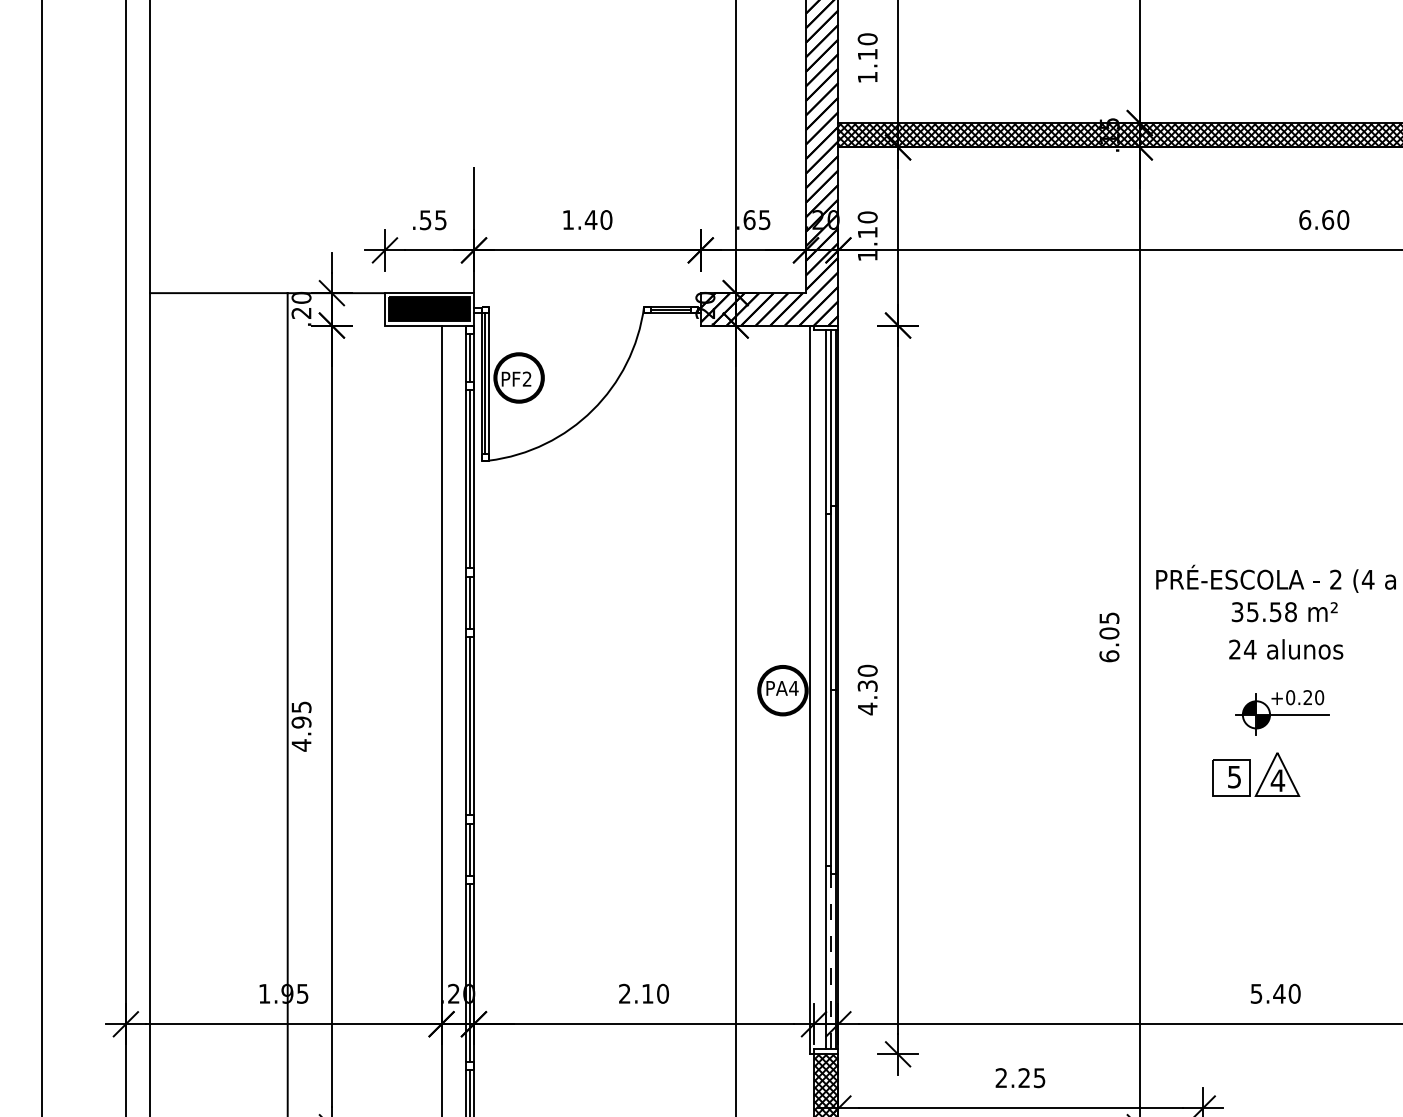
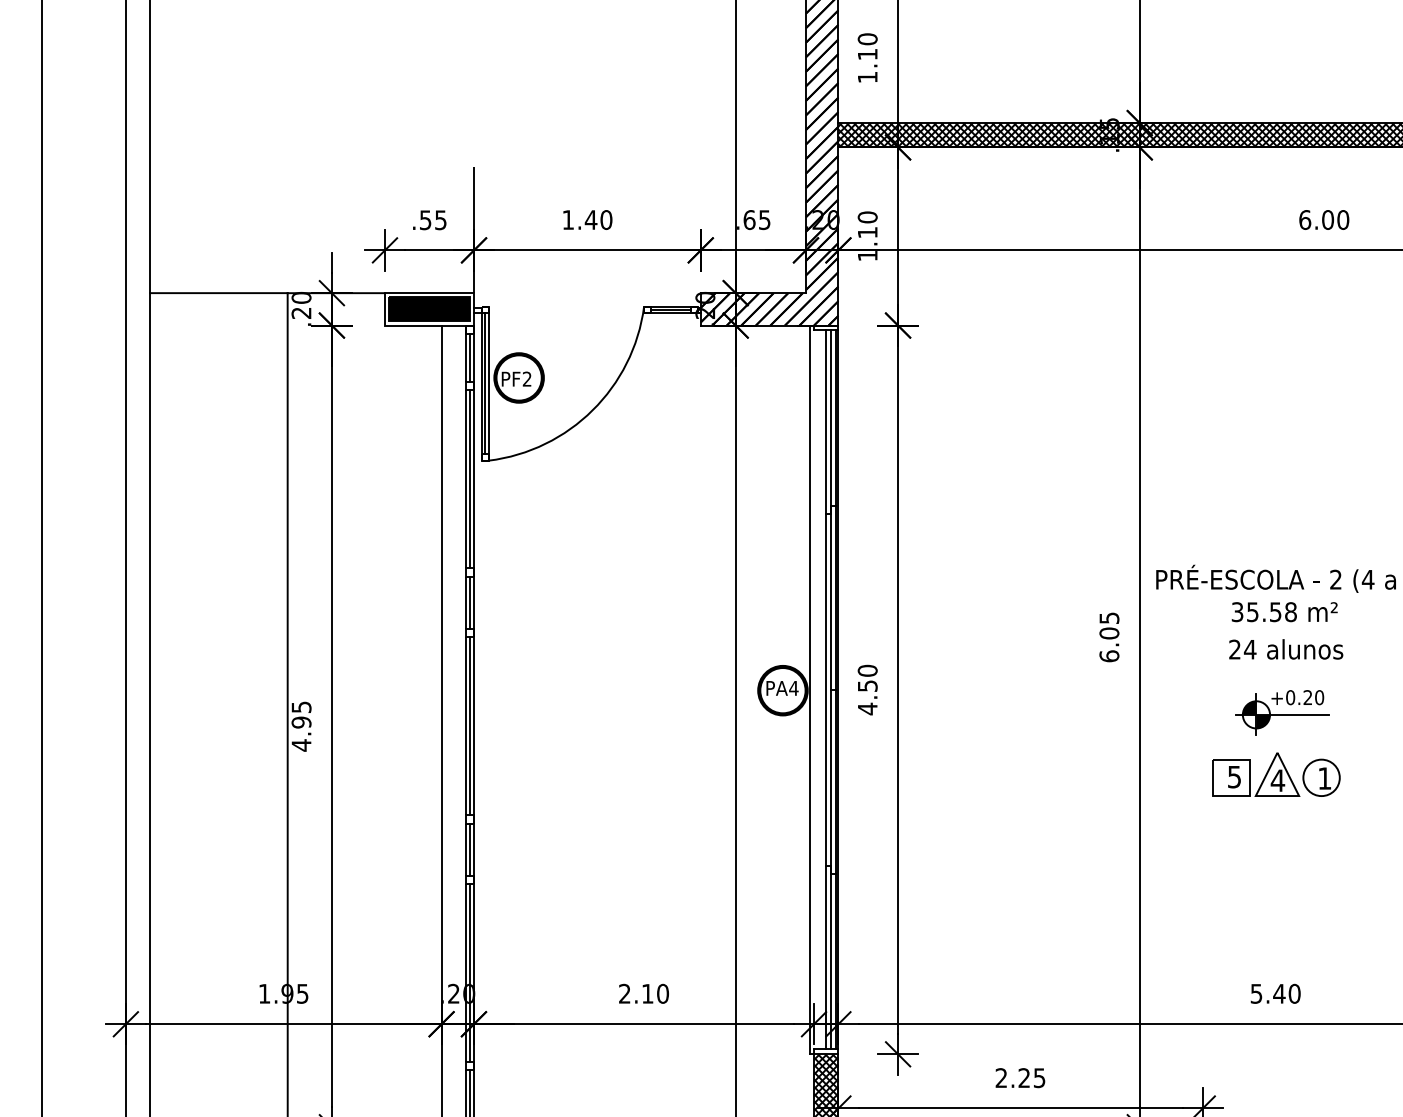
text at (1328, 219): 6.60 -> 6.00
text at (866, 685): 4.30 -> 4.50
part at (1321, 777): none -> present
line at (831, 957): dashed -> solid
